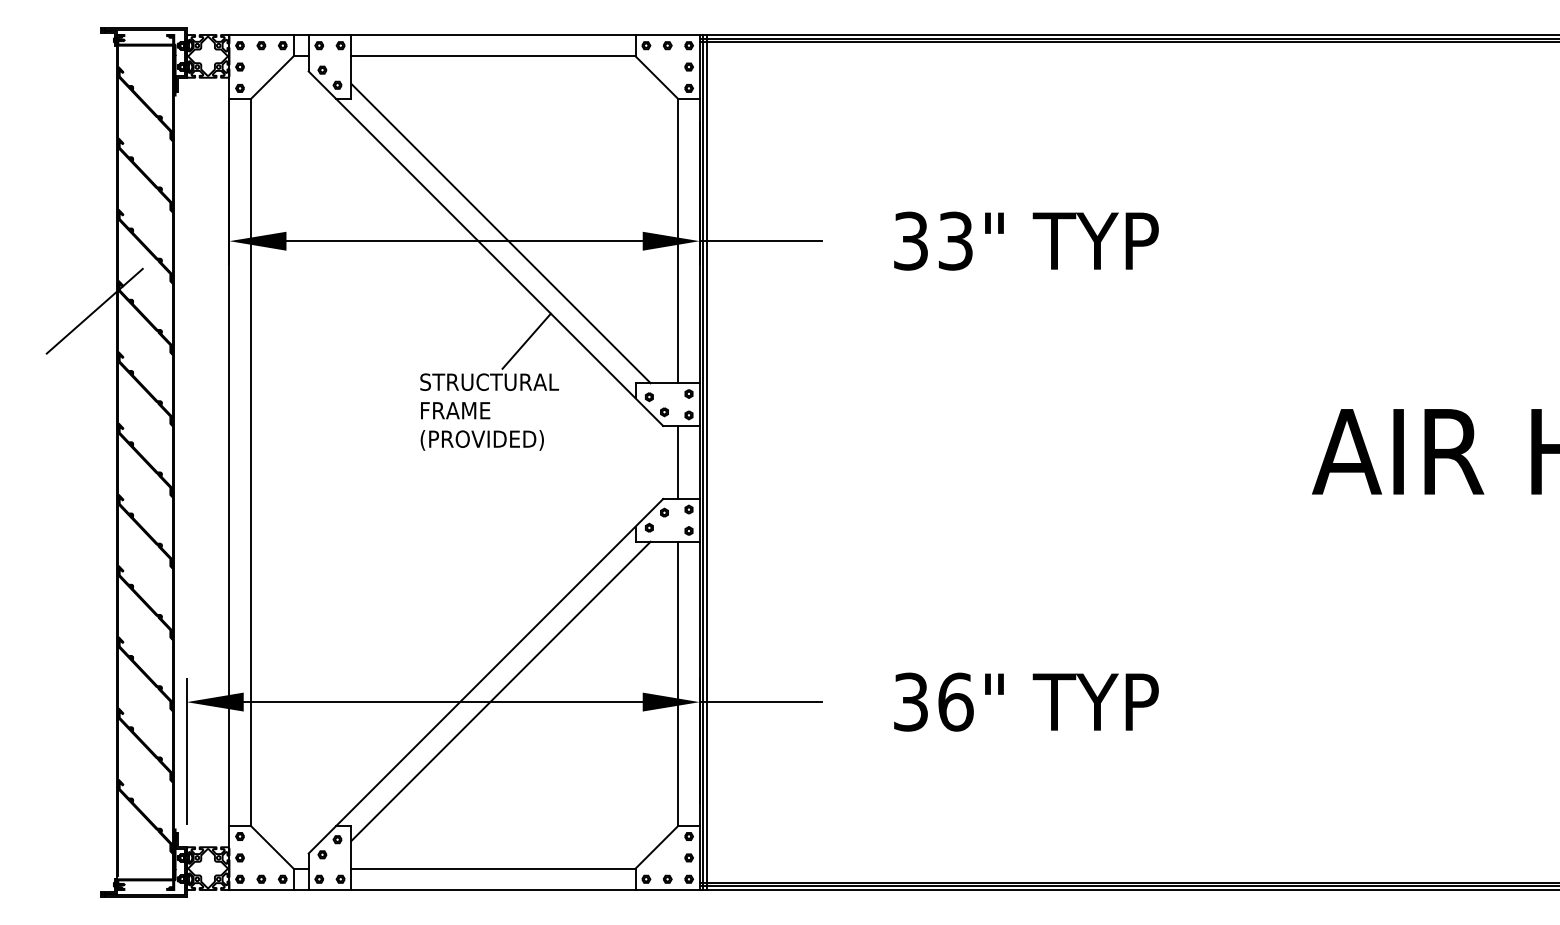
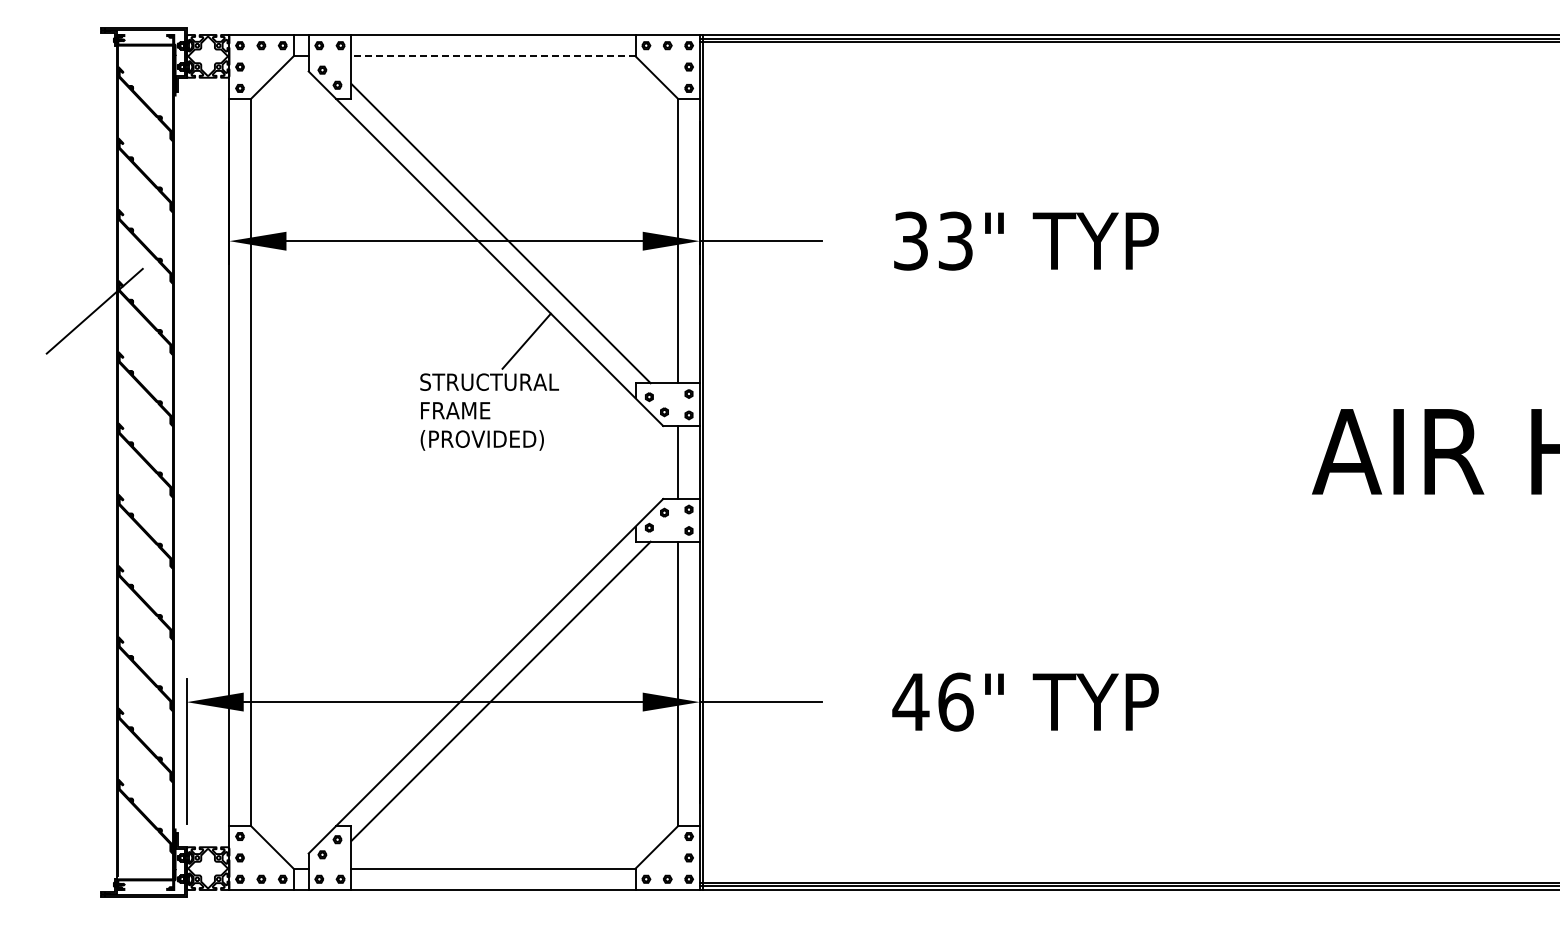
line at (493, 56): solid -> dashed
line at (706, 462): present -> none
text at (910, 701): 36" -> 46"
